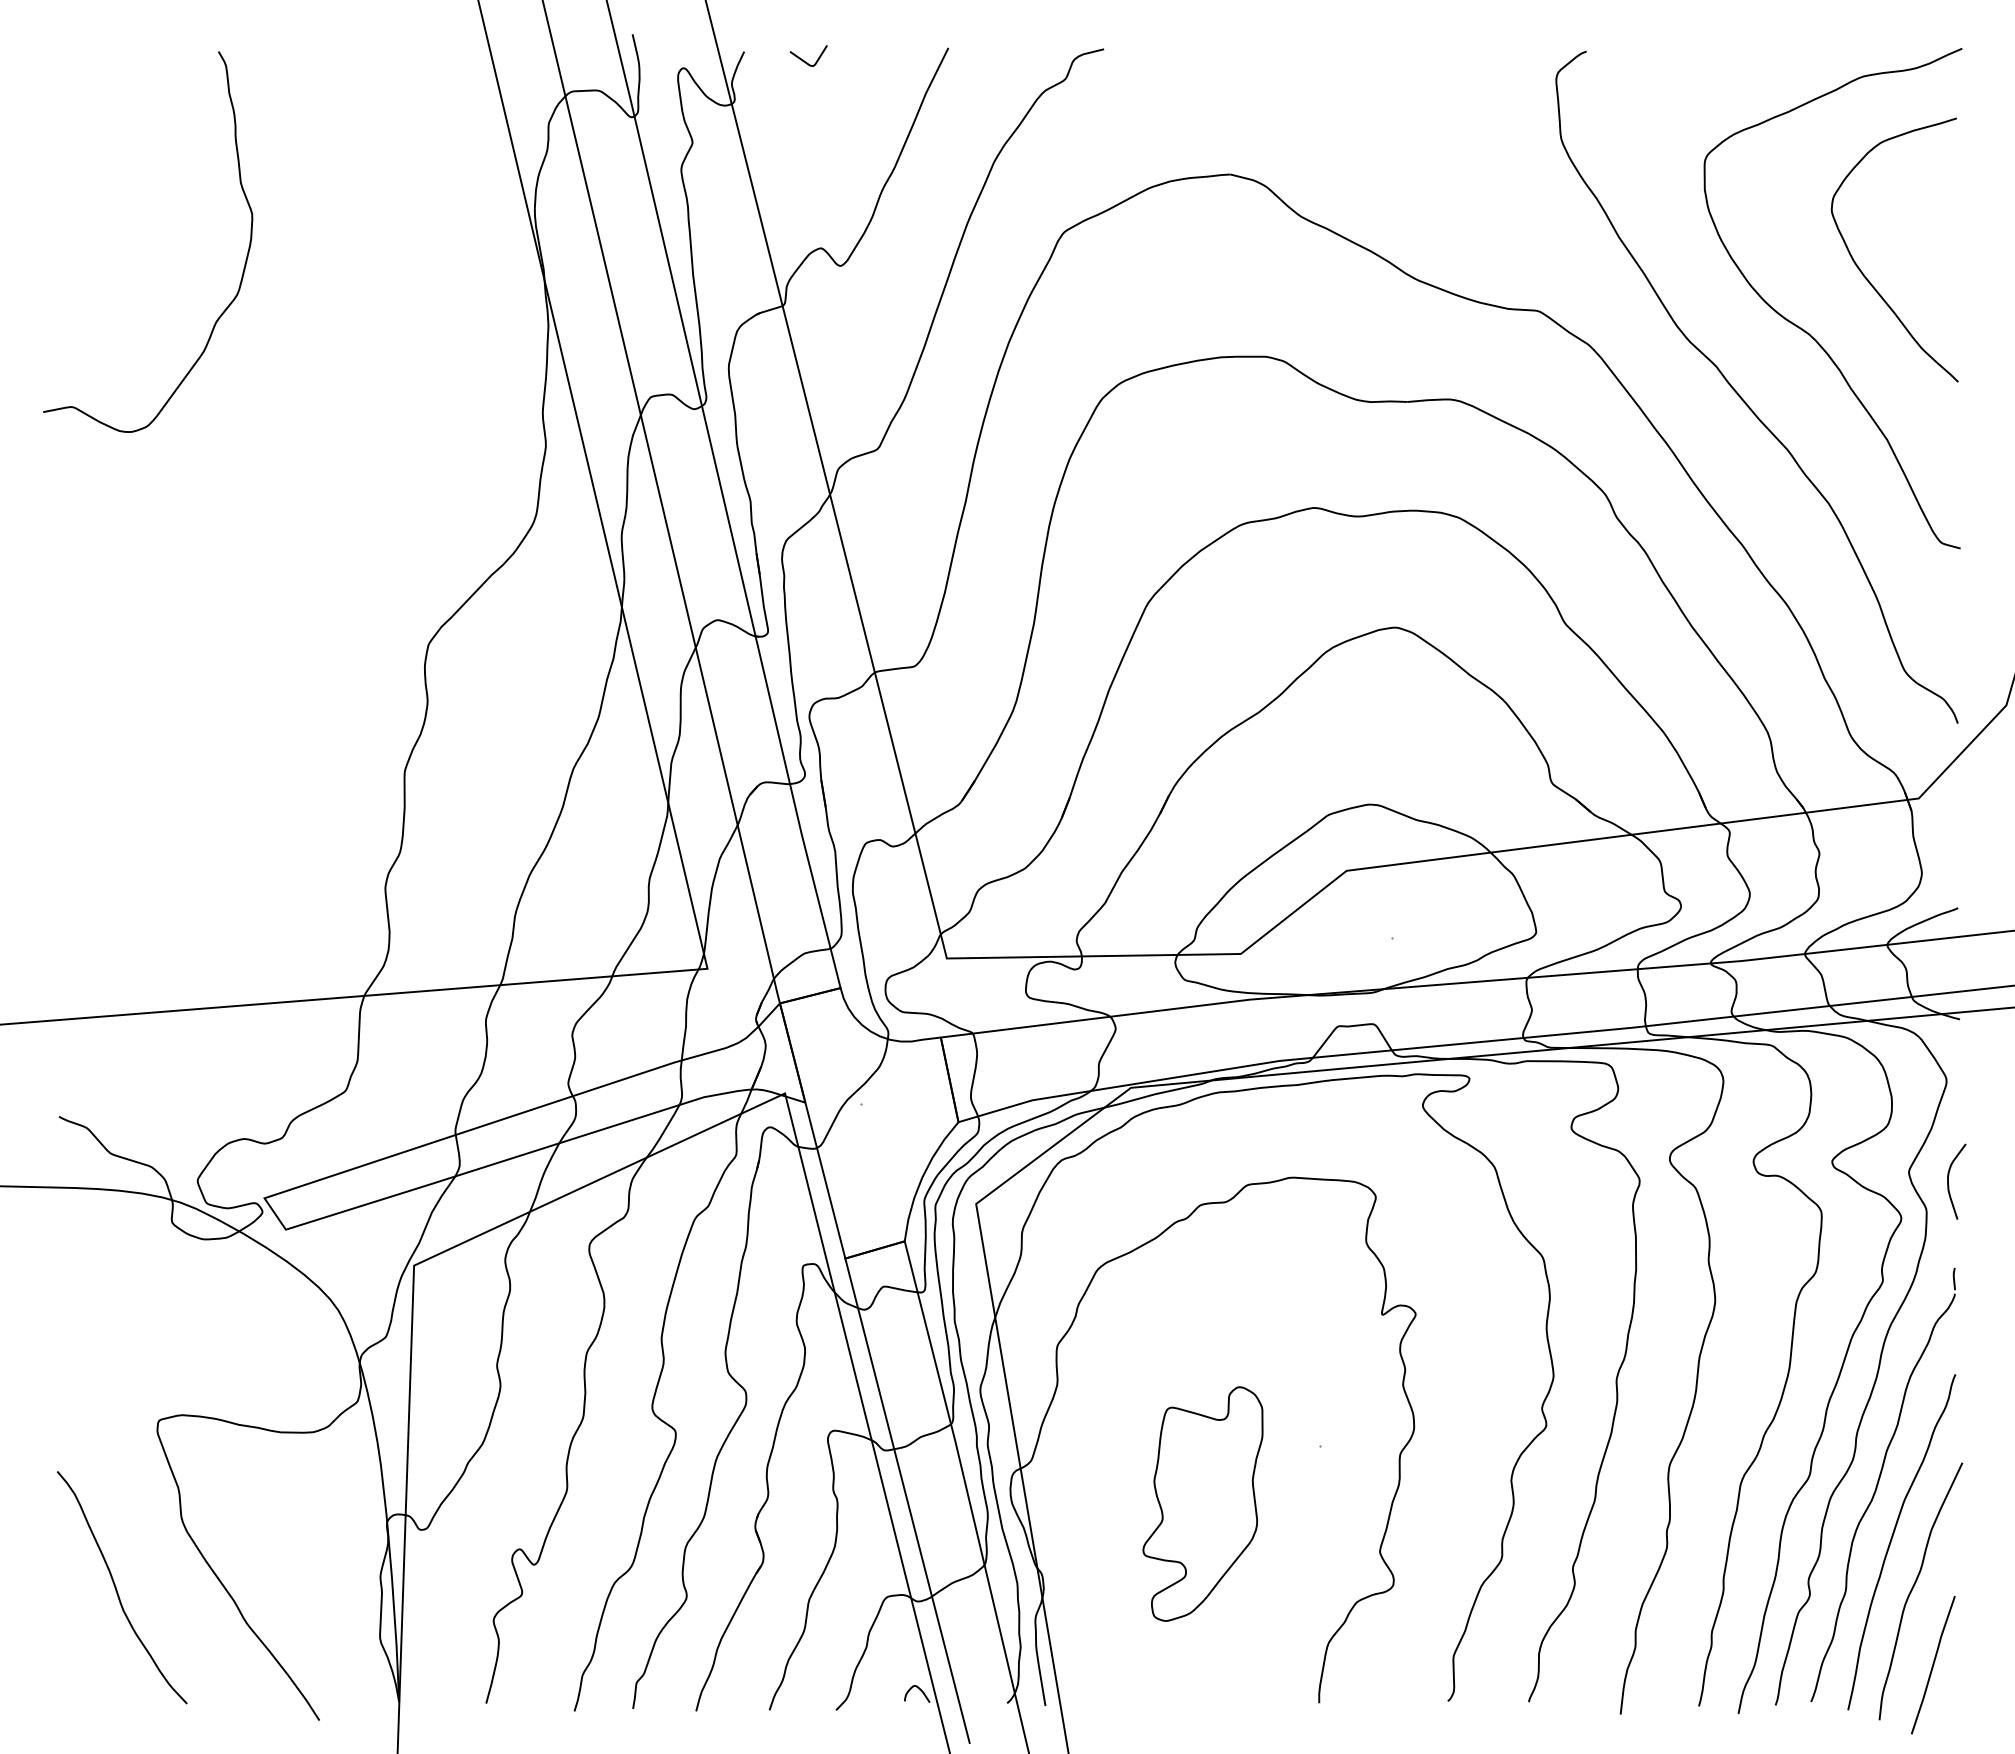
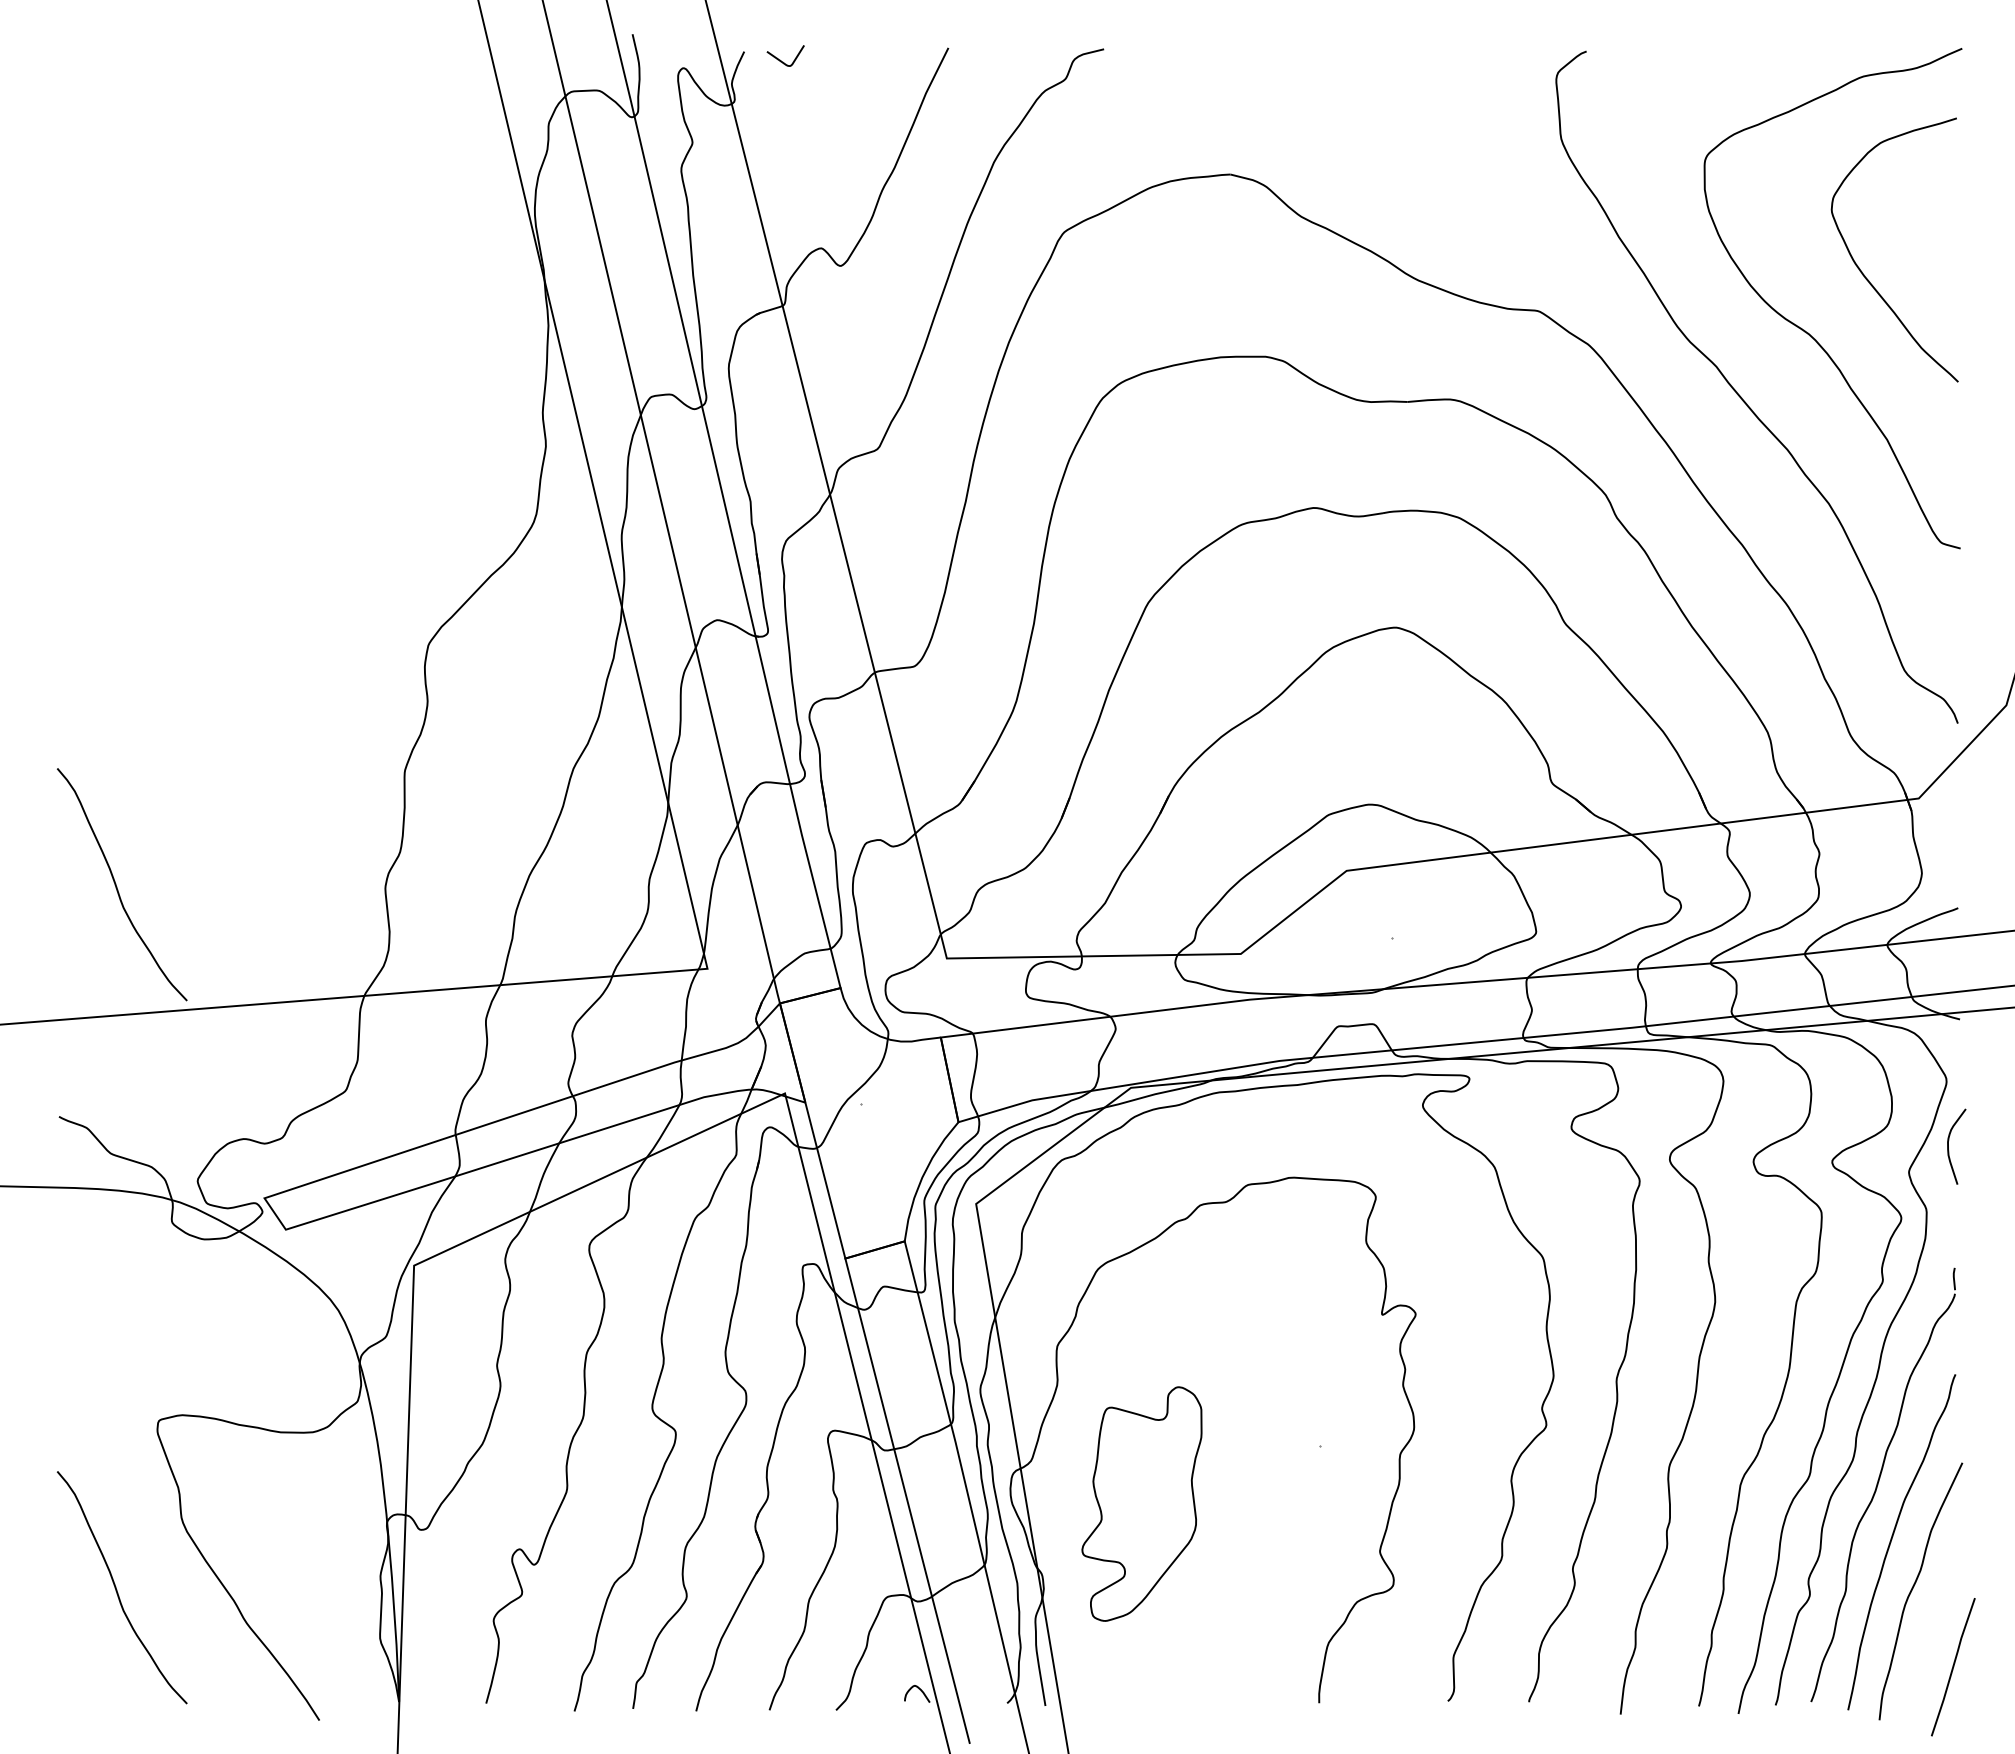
curve at (806, 61) position: (806, 61) -> (783, 61)
curve at (244, 263): present -> none
curve at (117, 886): none -> present
curve at (1948, 1181) position: (1948, 1181) -> (1948, 1146)
part at (1202, 1503) position: (1202, 1503) -> (1141, 1503)
line at (1933, 1665) position: (1933, 1665) -> (1953, 1667)
